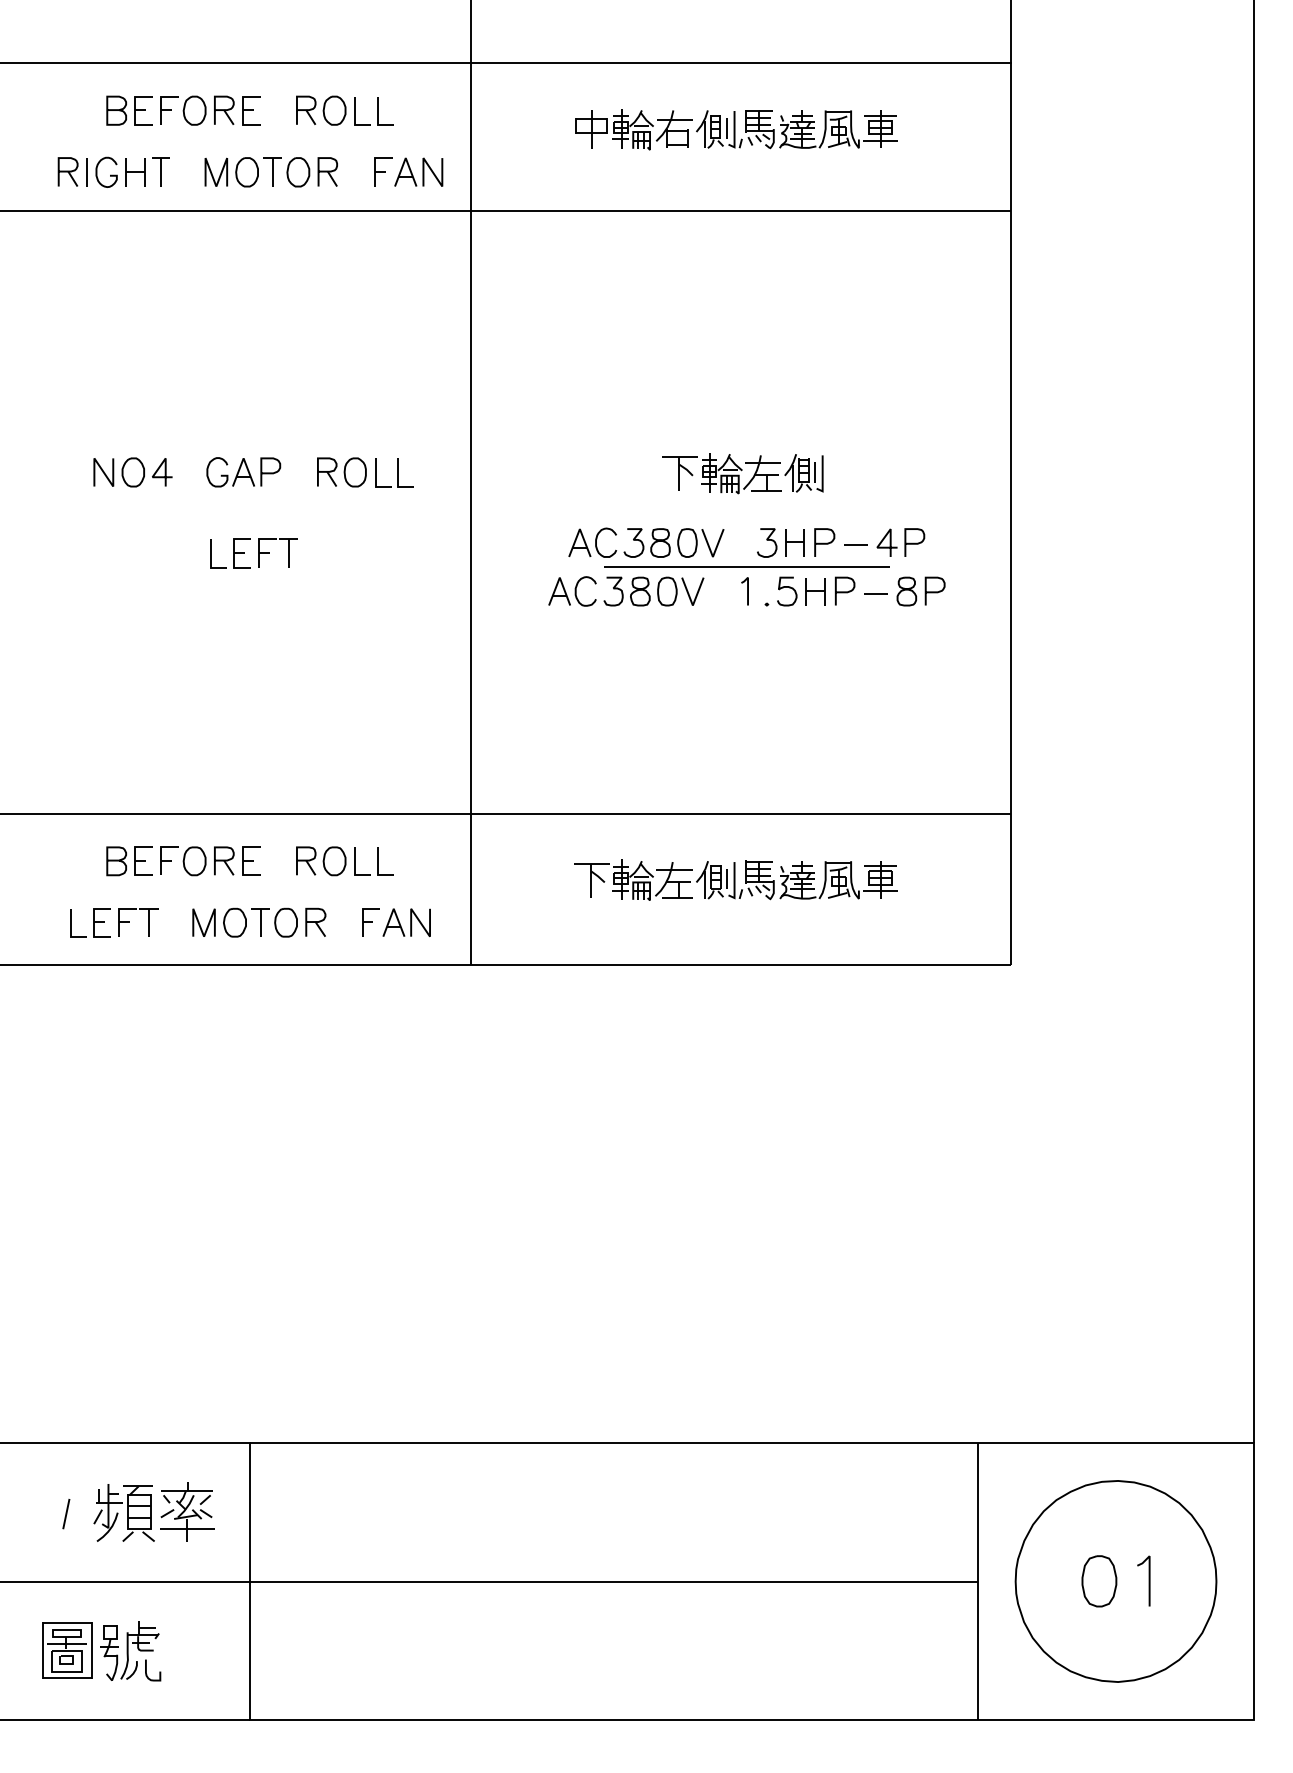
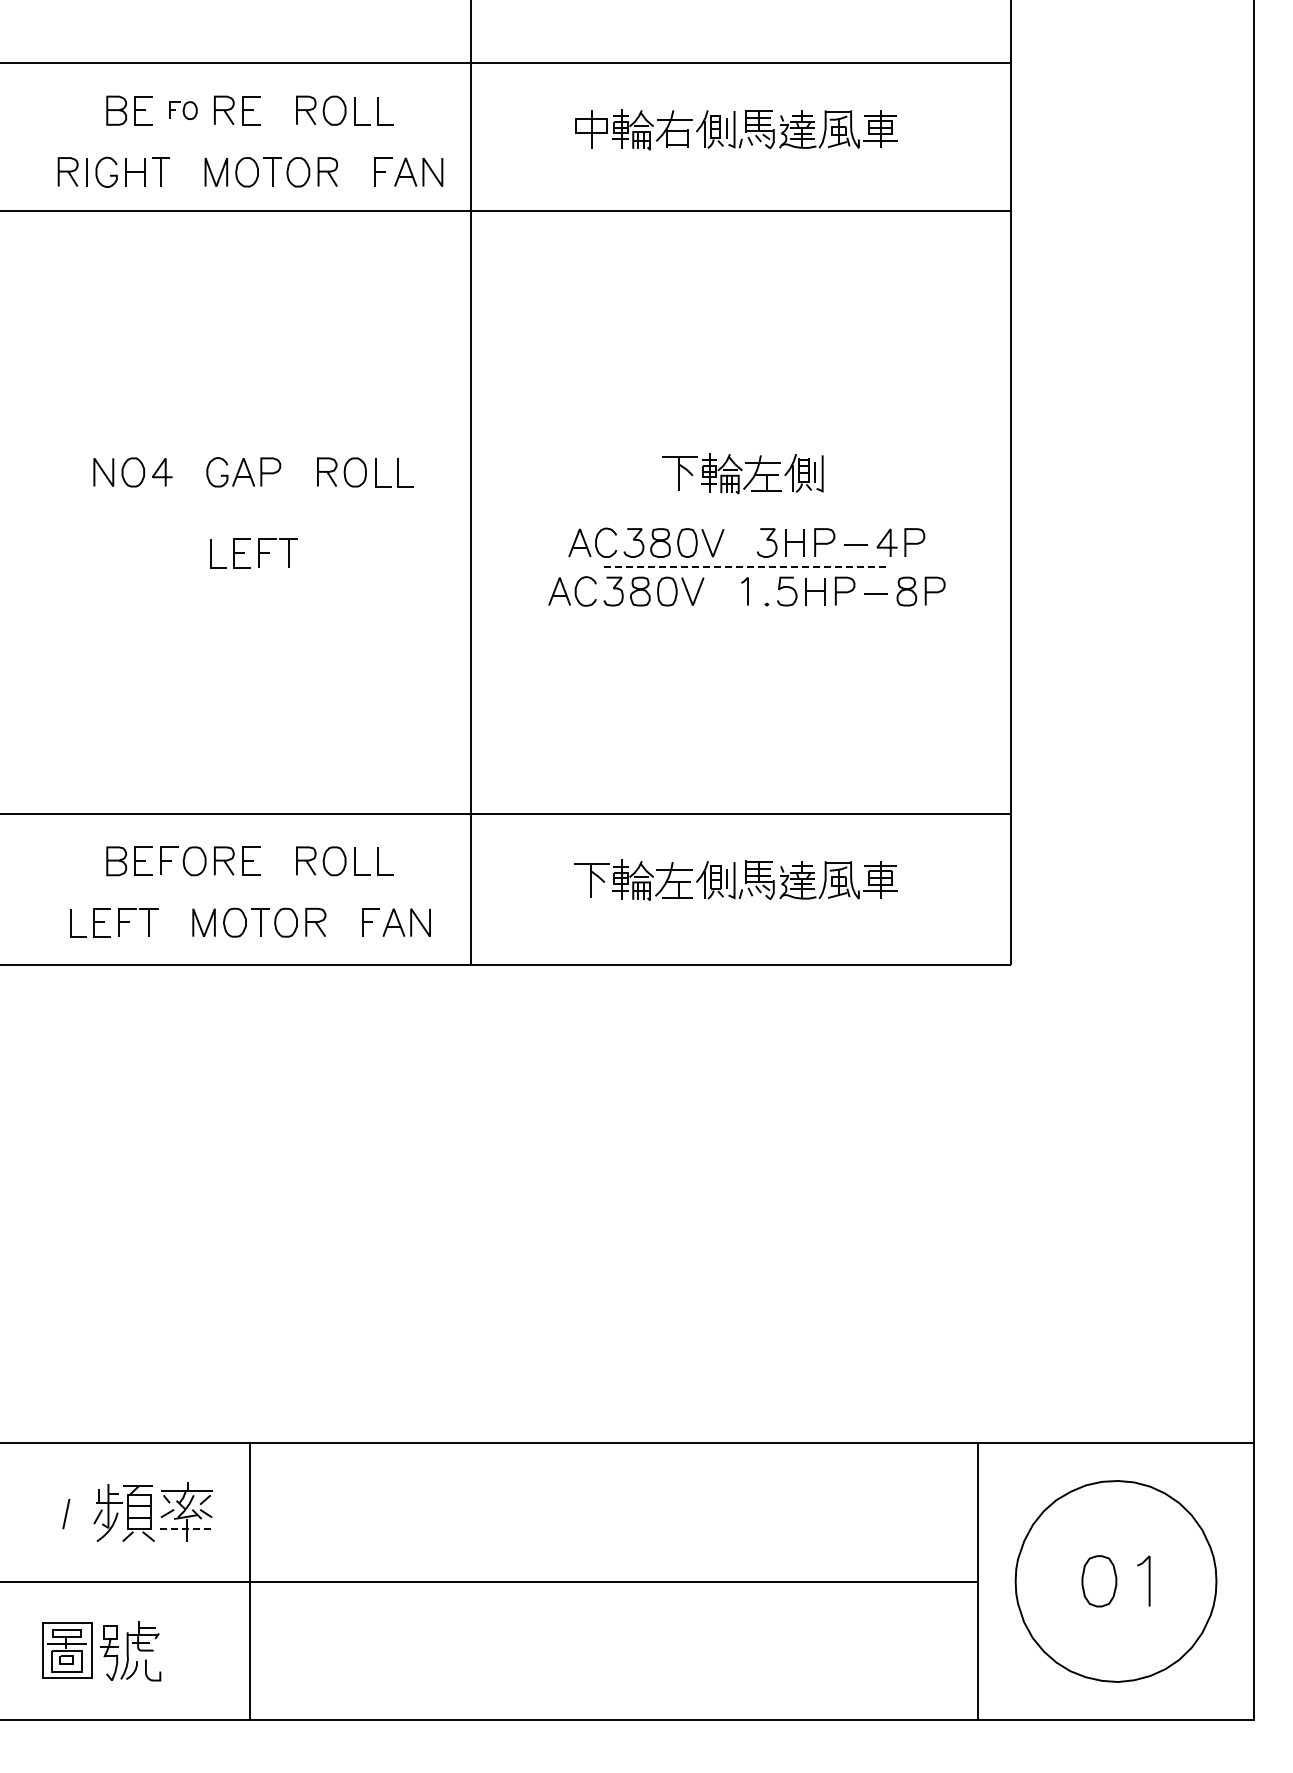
part at (183, 110) size: 47x31 px -> 29x19 px
line at (747, 566): solid -> dashed
line at (187, 1529): solid -> dashed
